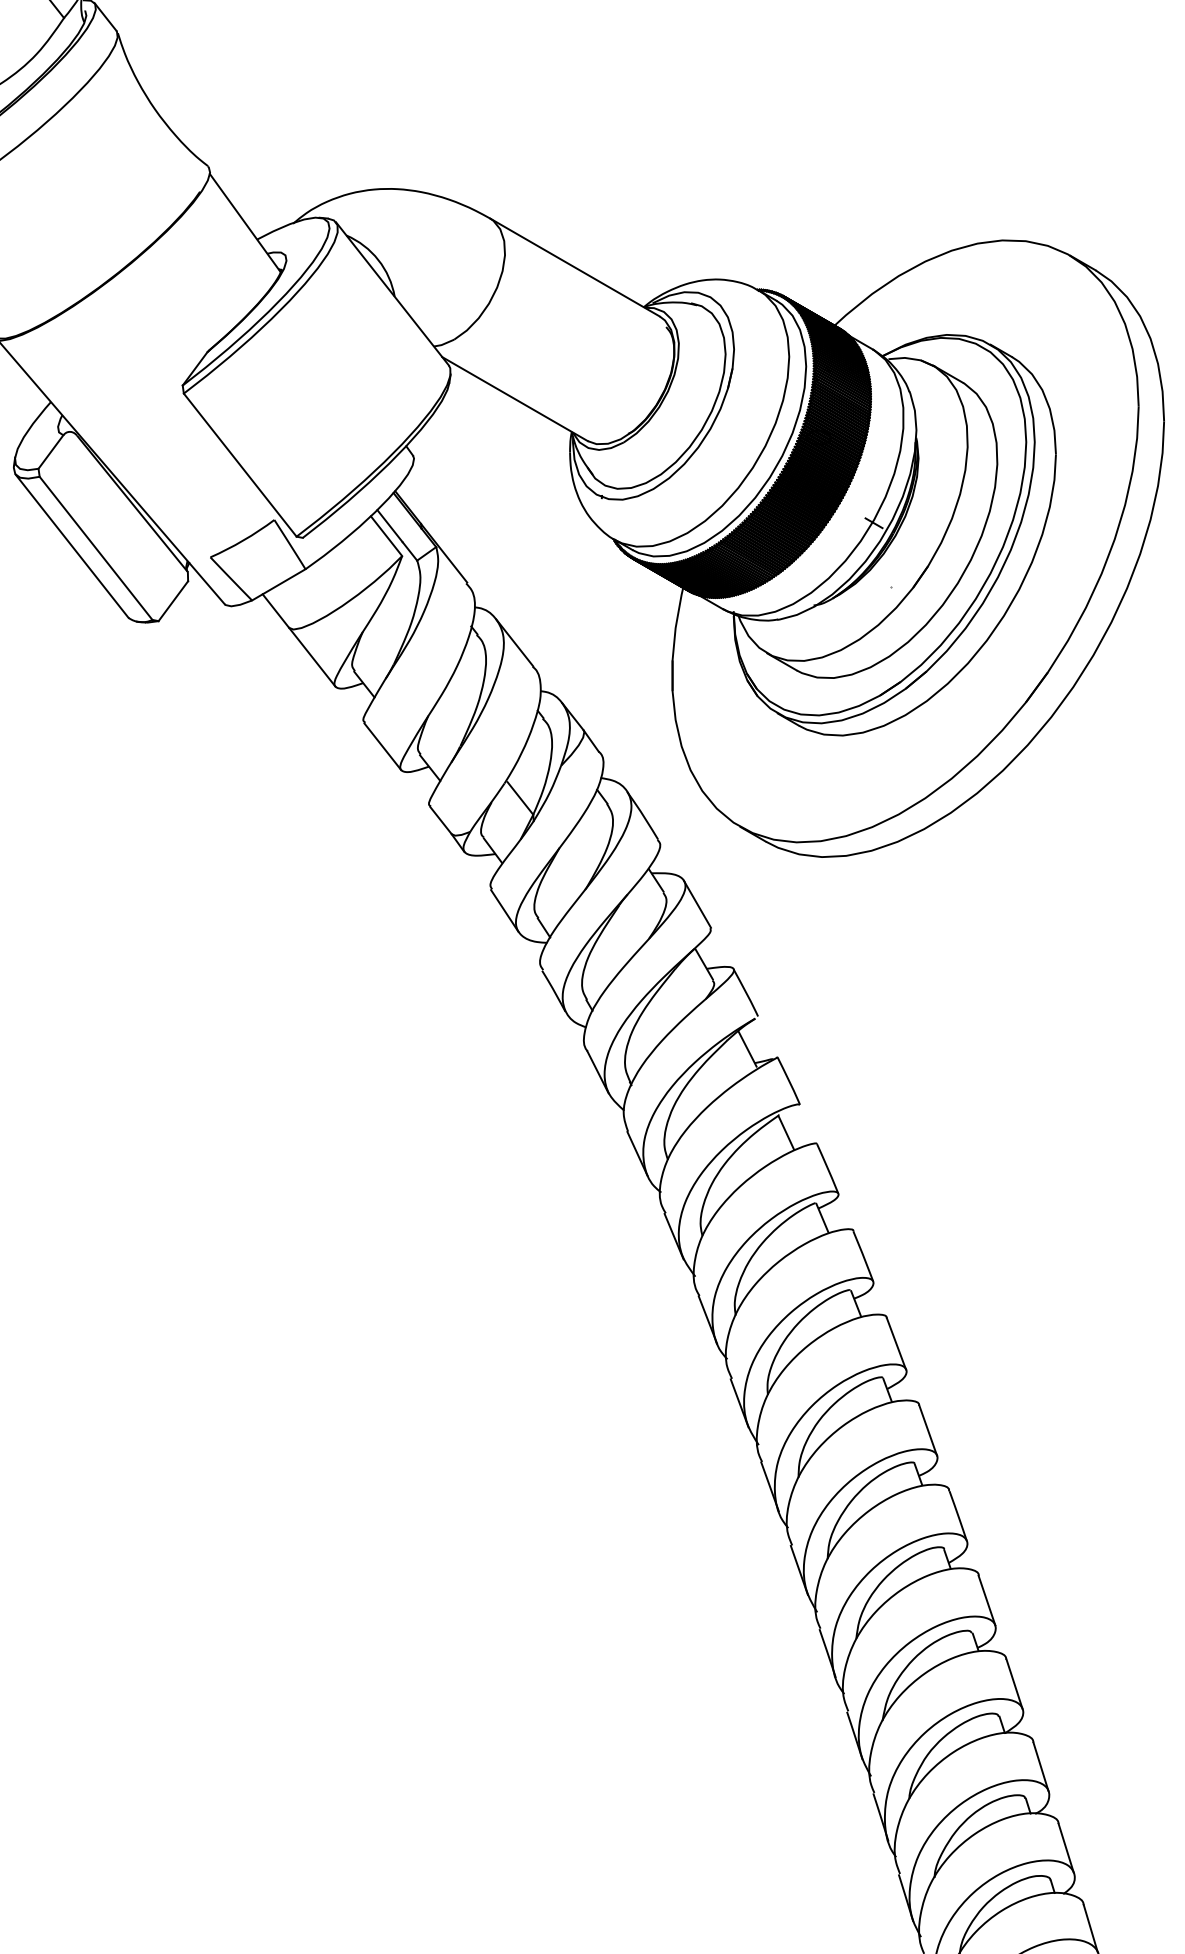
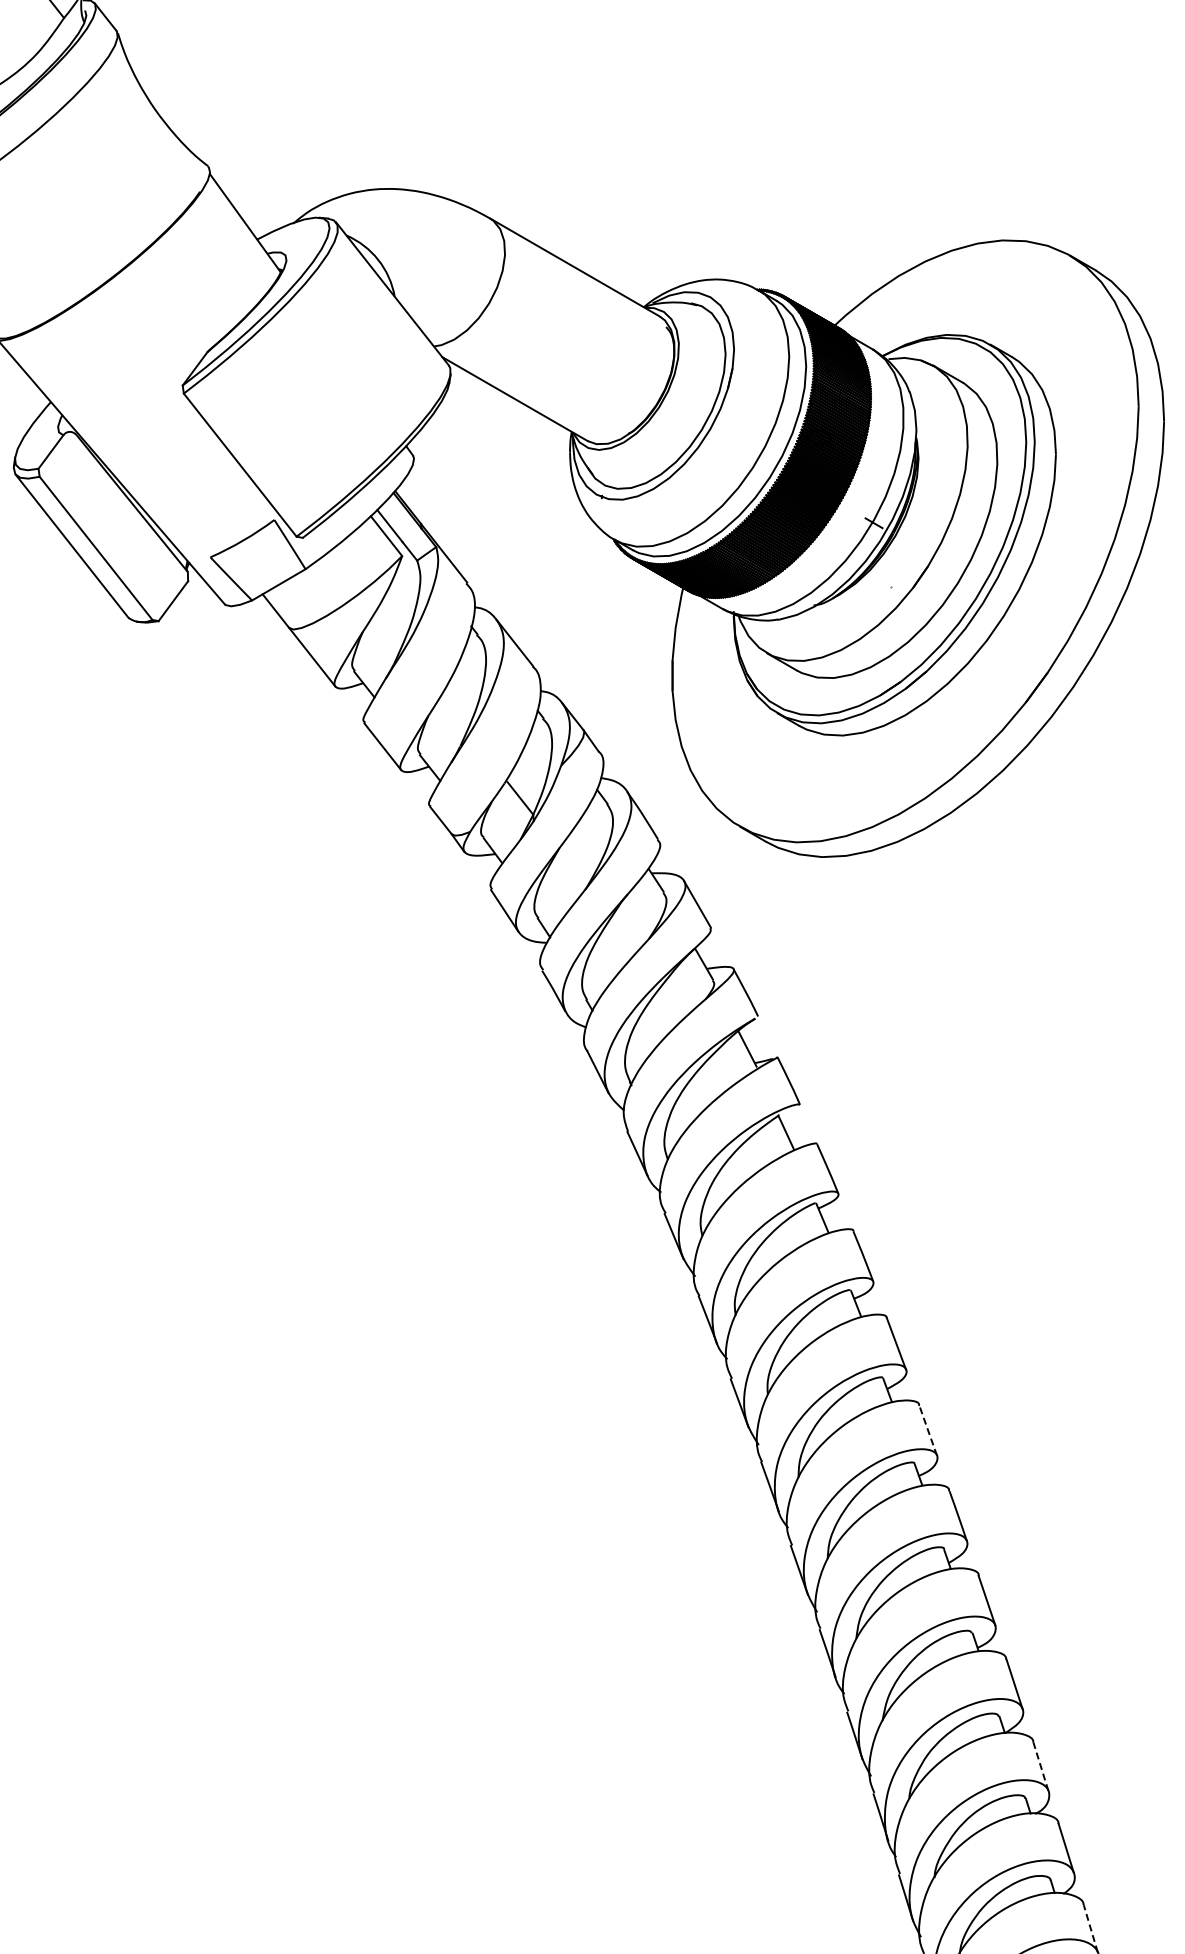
line at (928, 1430): solid -> dashed
line at (1040, 1766): solid -> dashed
line at (1090, 1928): solid -> dashed
